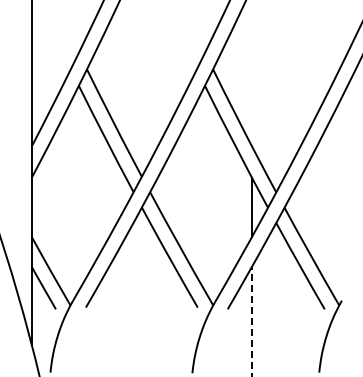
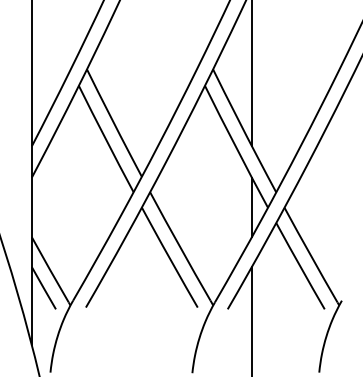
line at (251, 74): none -> present
line at (251, 321): dashed -> solid
